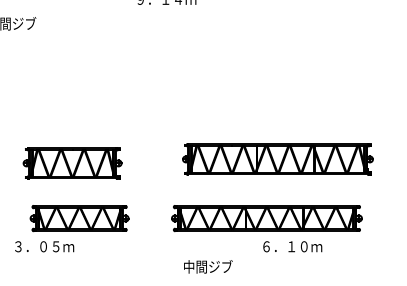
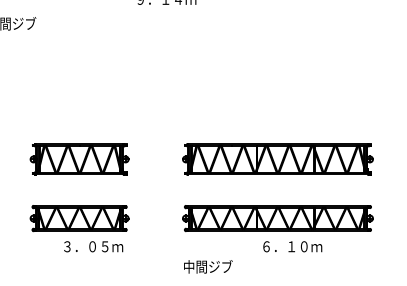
part at (72, 163) position: (72, 163) -> (79, 159)
part at (266, 218) position: (266, 218) -> (277, 218)
text at (44, 246) position: (44, 246) -> (93, 246)
